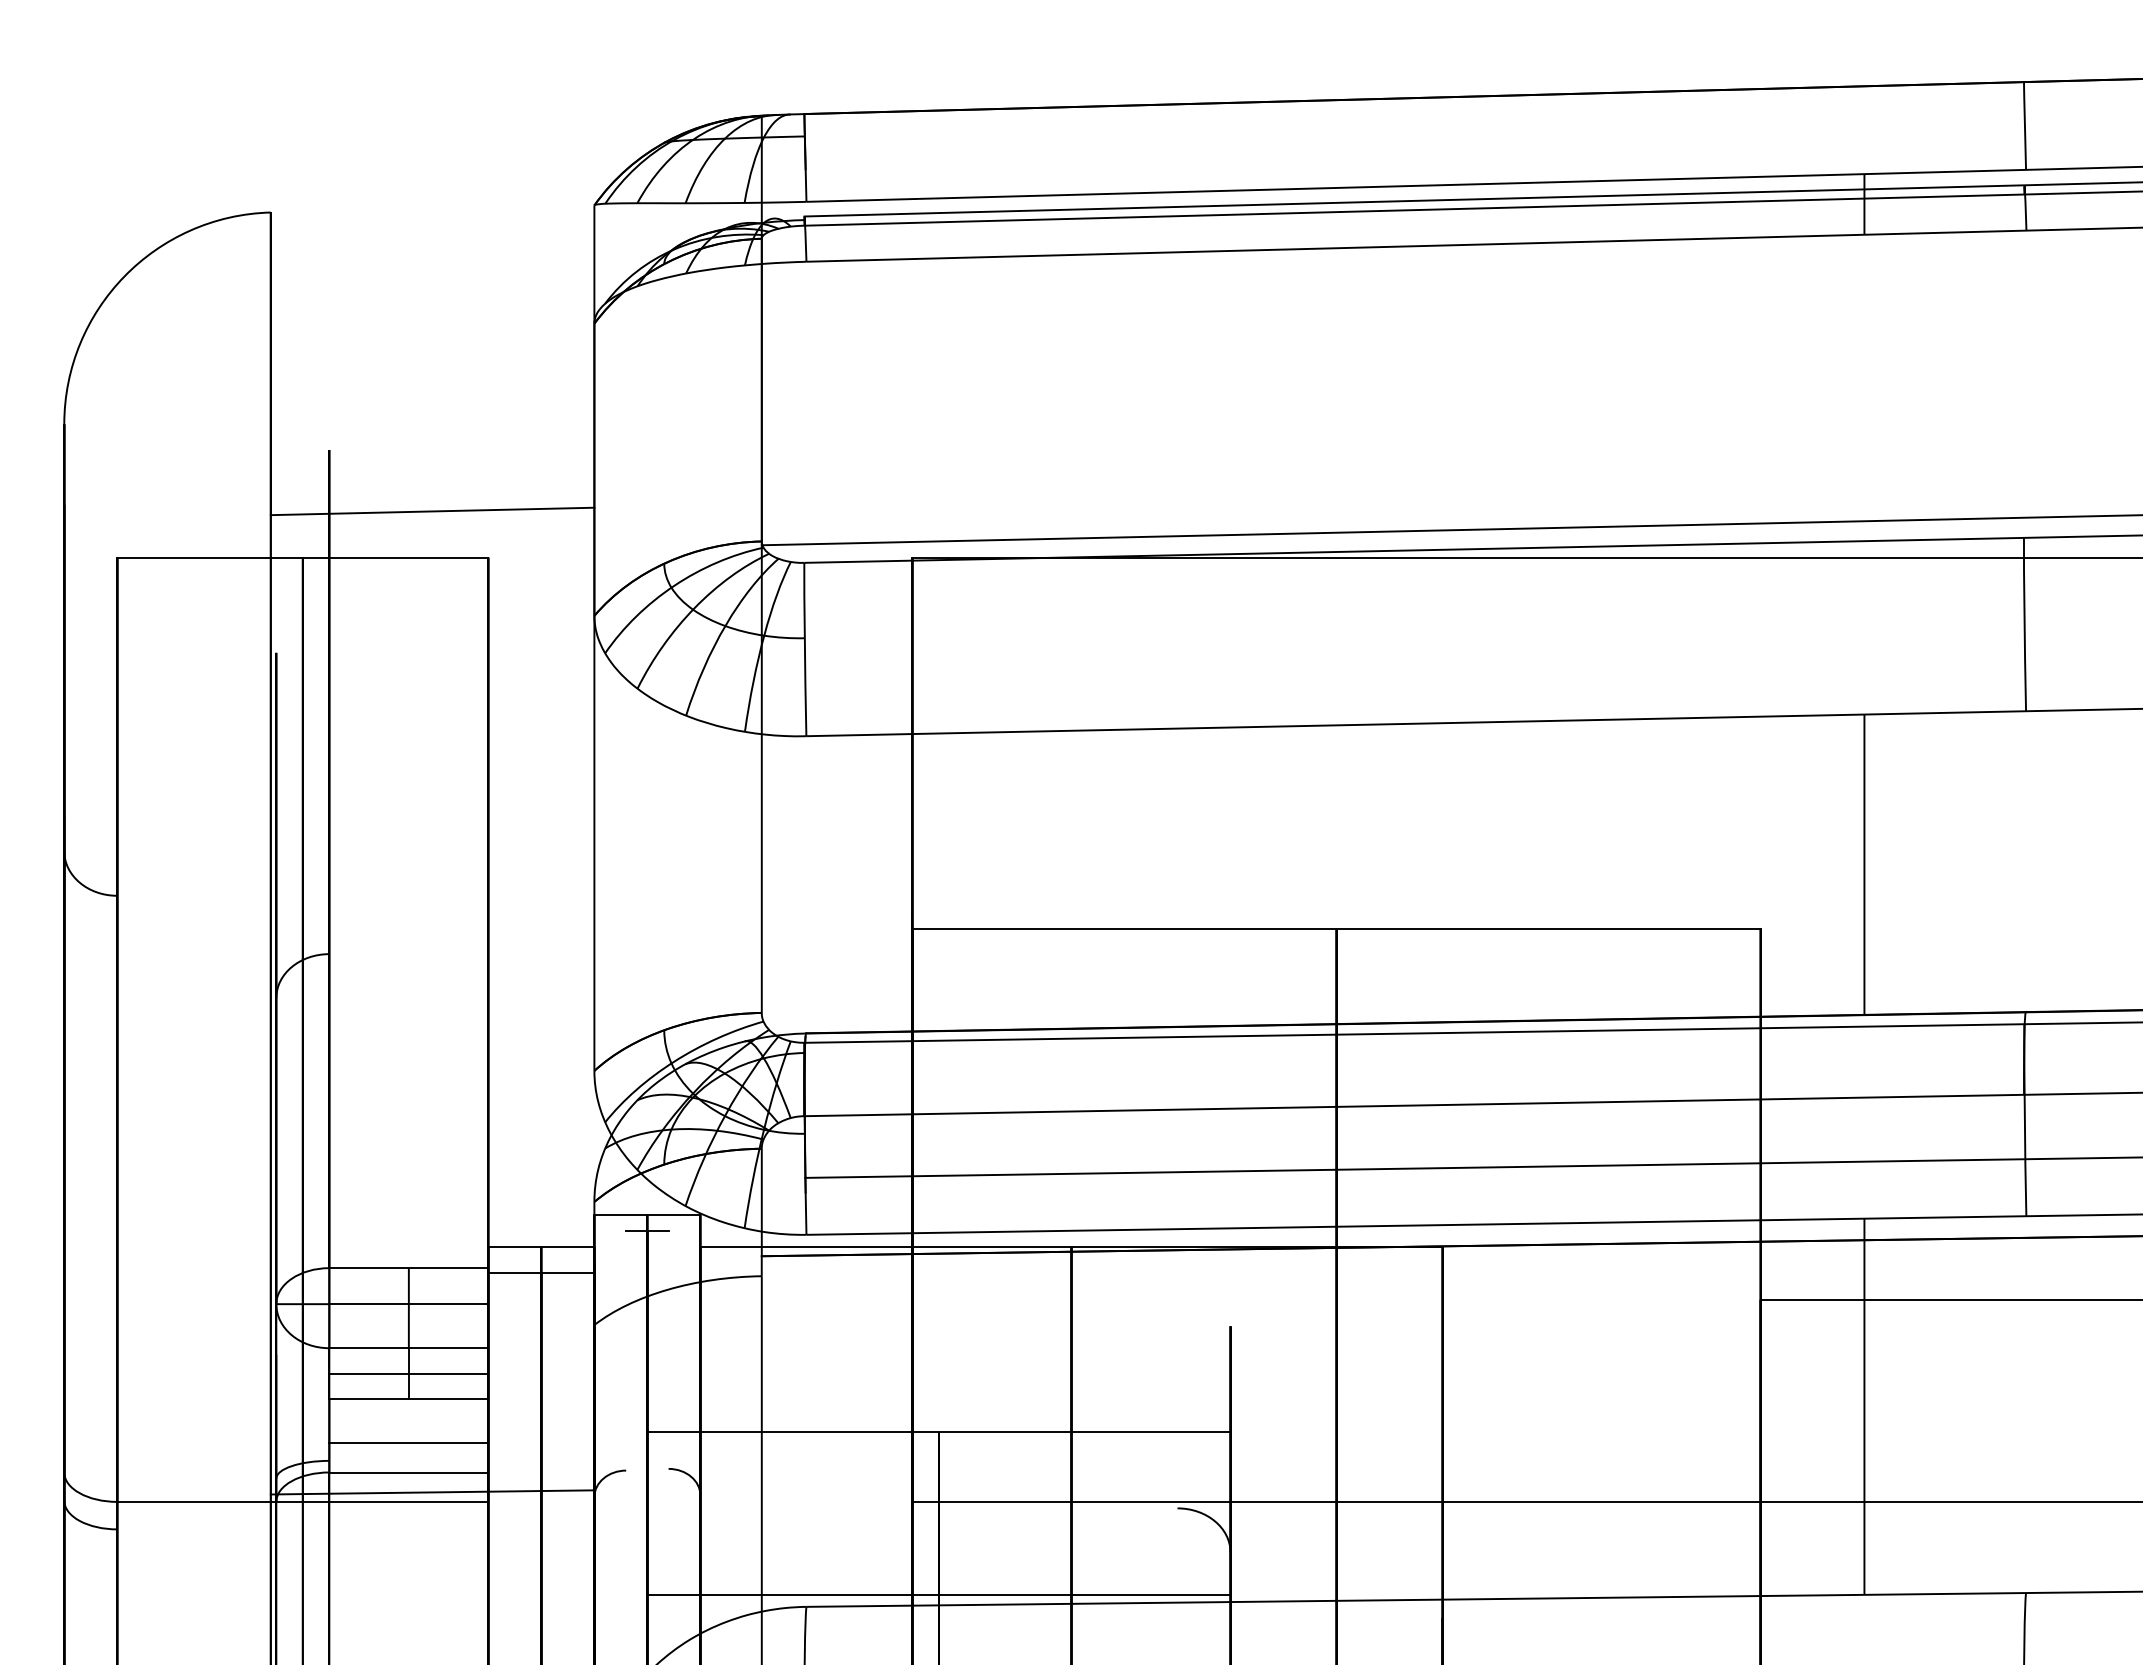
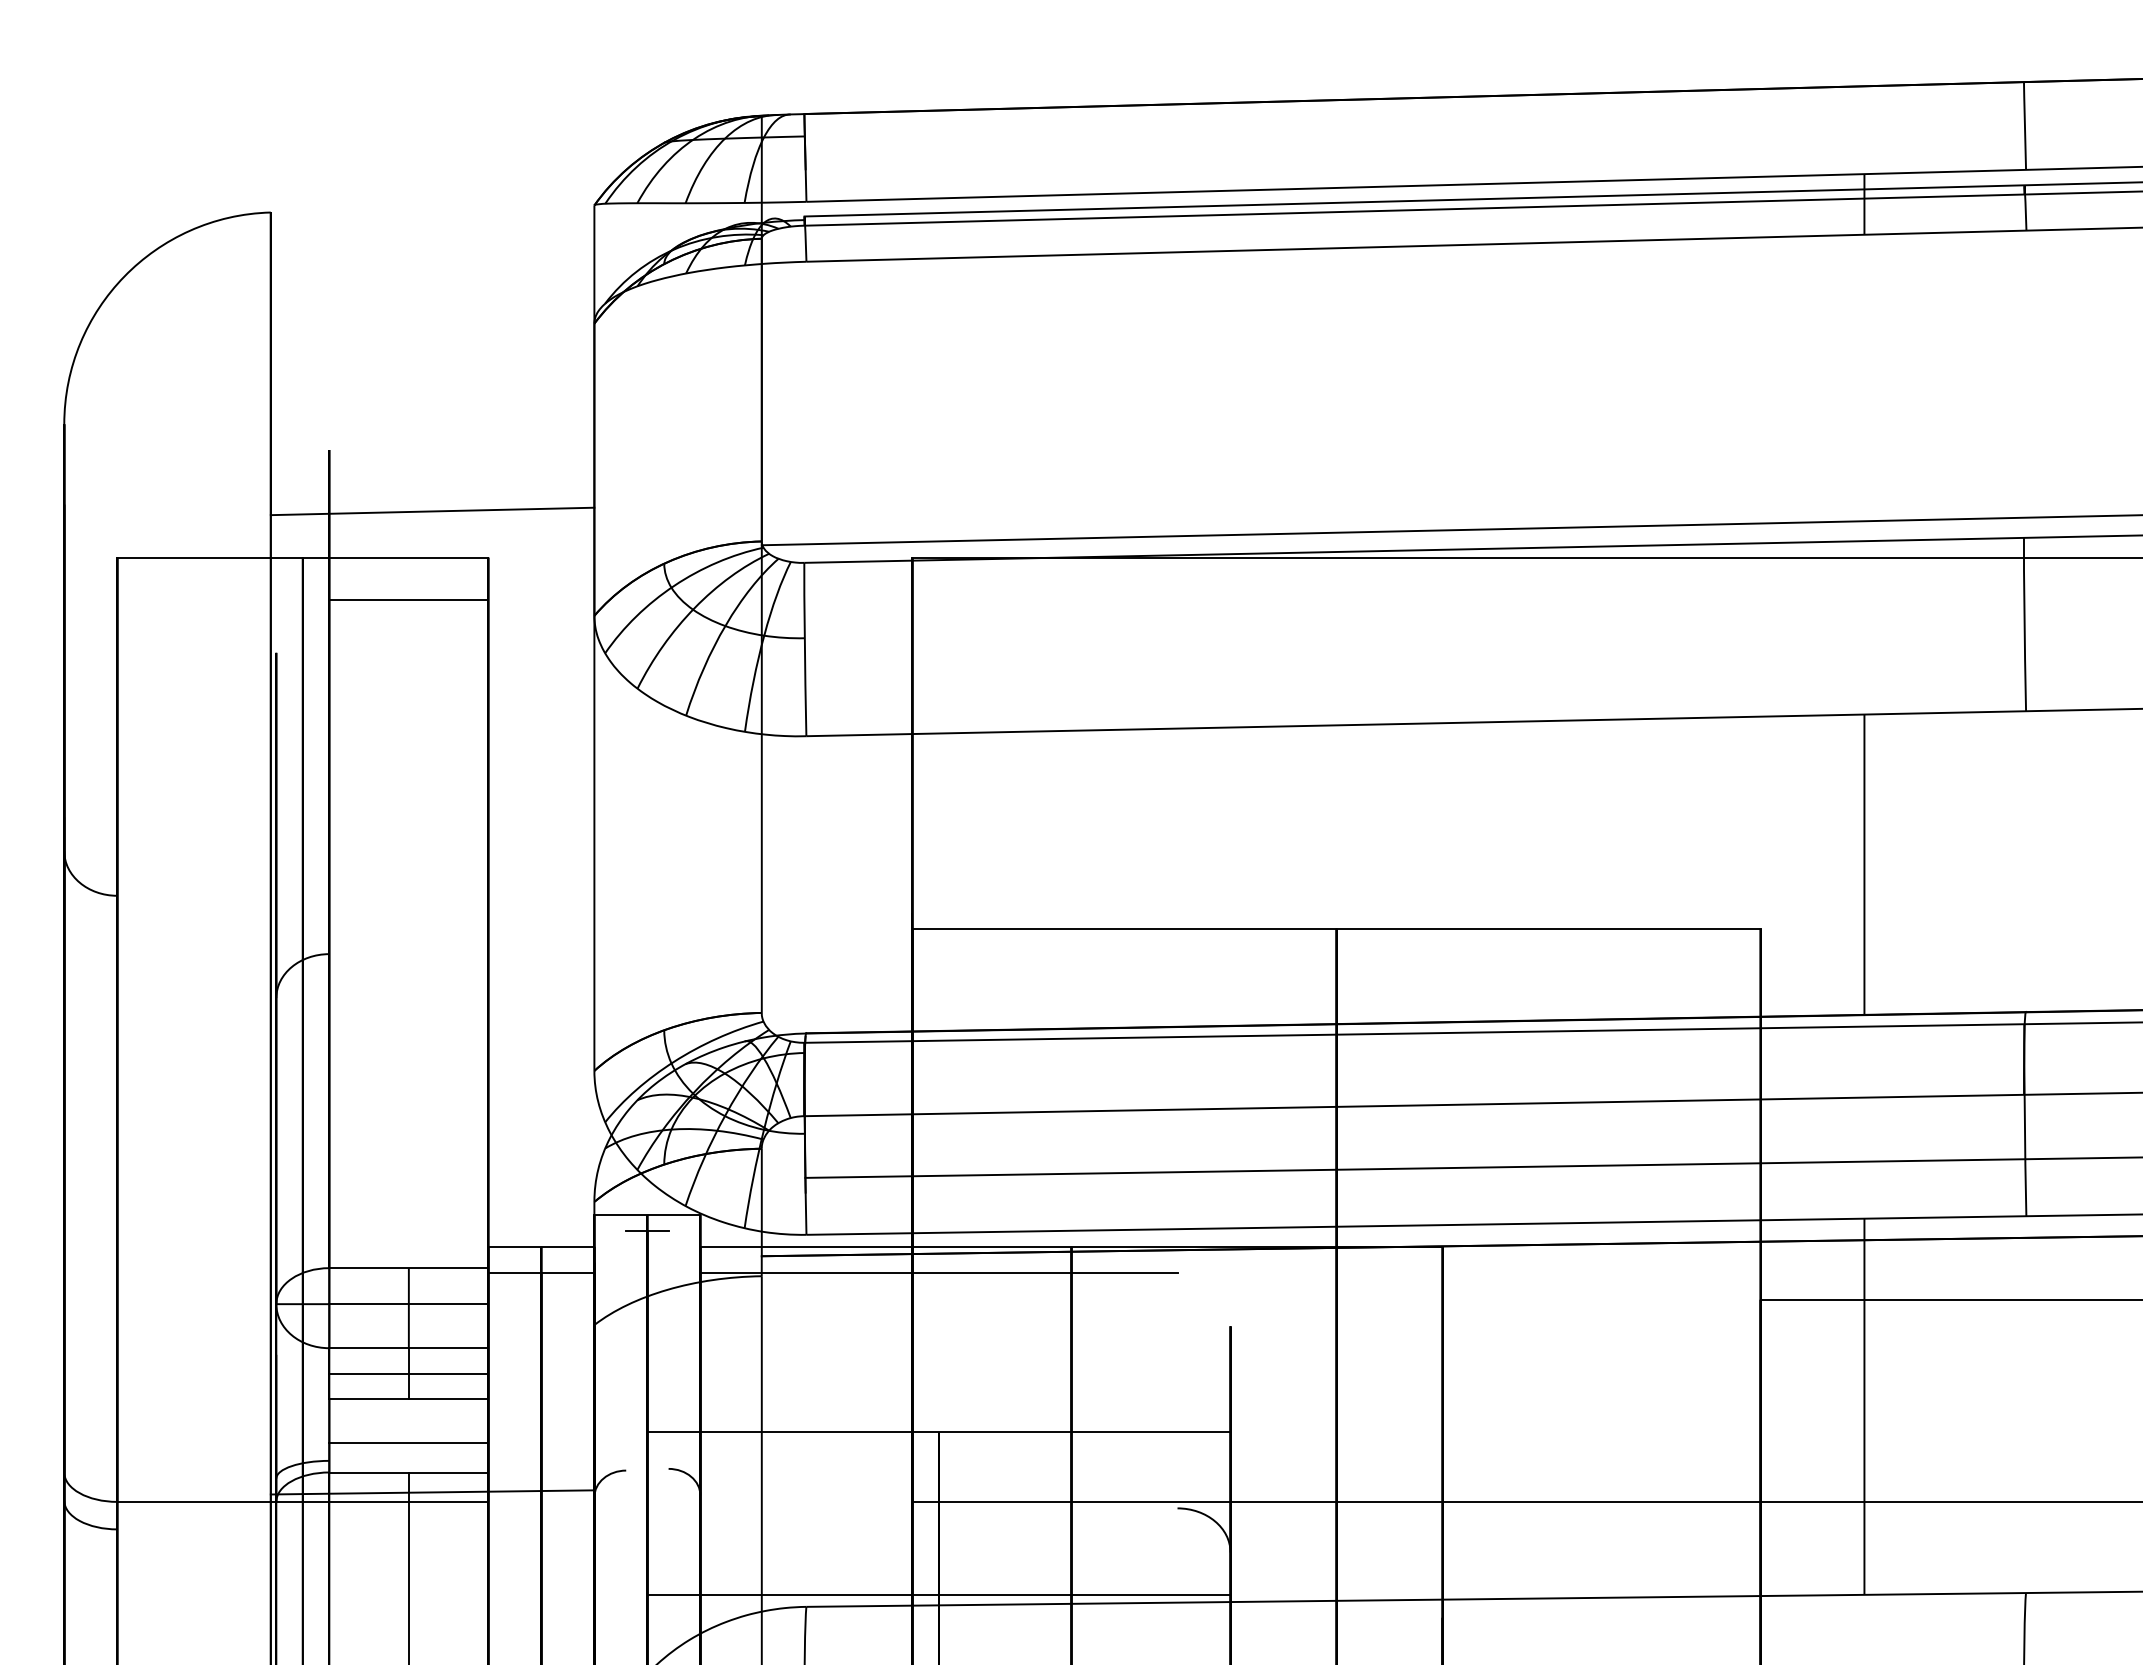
line at (408, 600): none -> present
line at (938, 1273): none -> present
line at (408, 1566): none -> present
